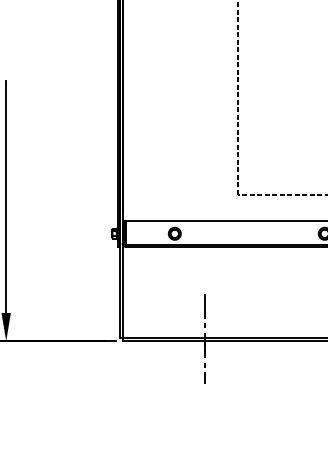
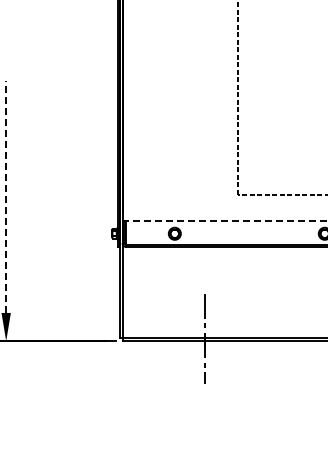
line at (6, 196): solid -> dashed
line at (227, 220): solid -> dashed
